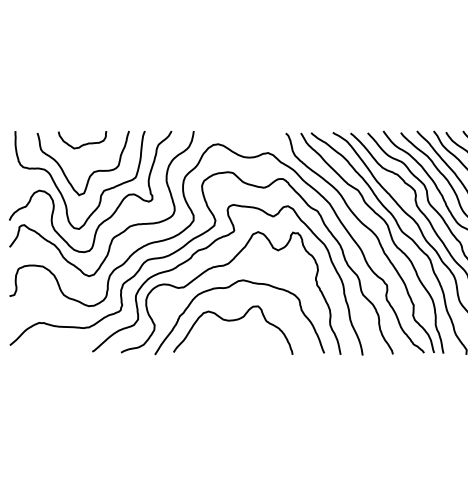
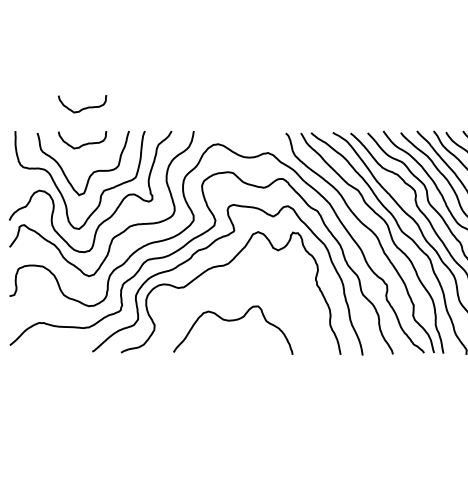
curve at (84, 107): none -> present
curve at (228, 288): present -> none
